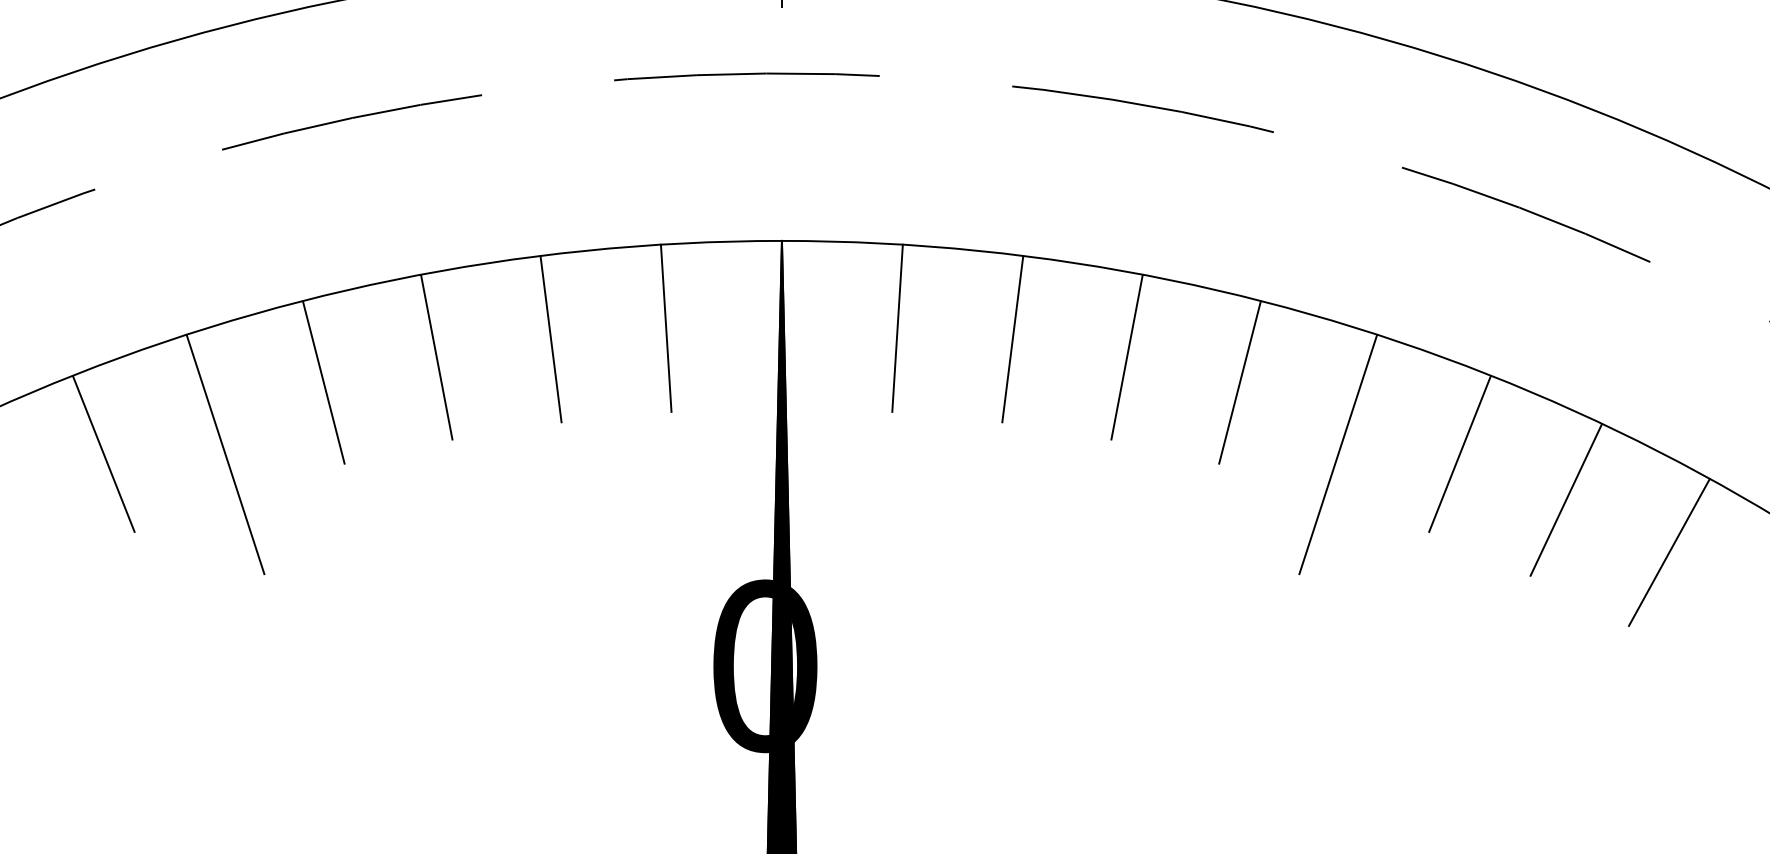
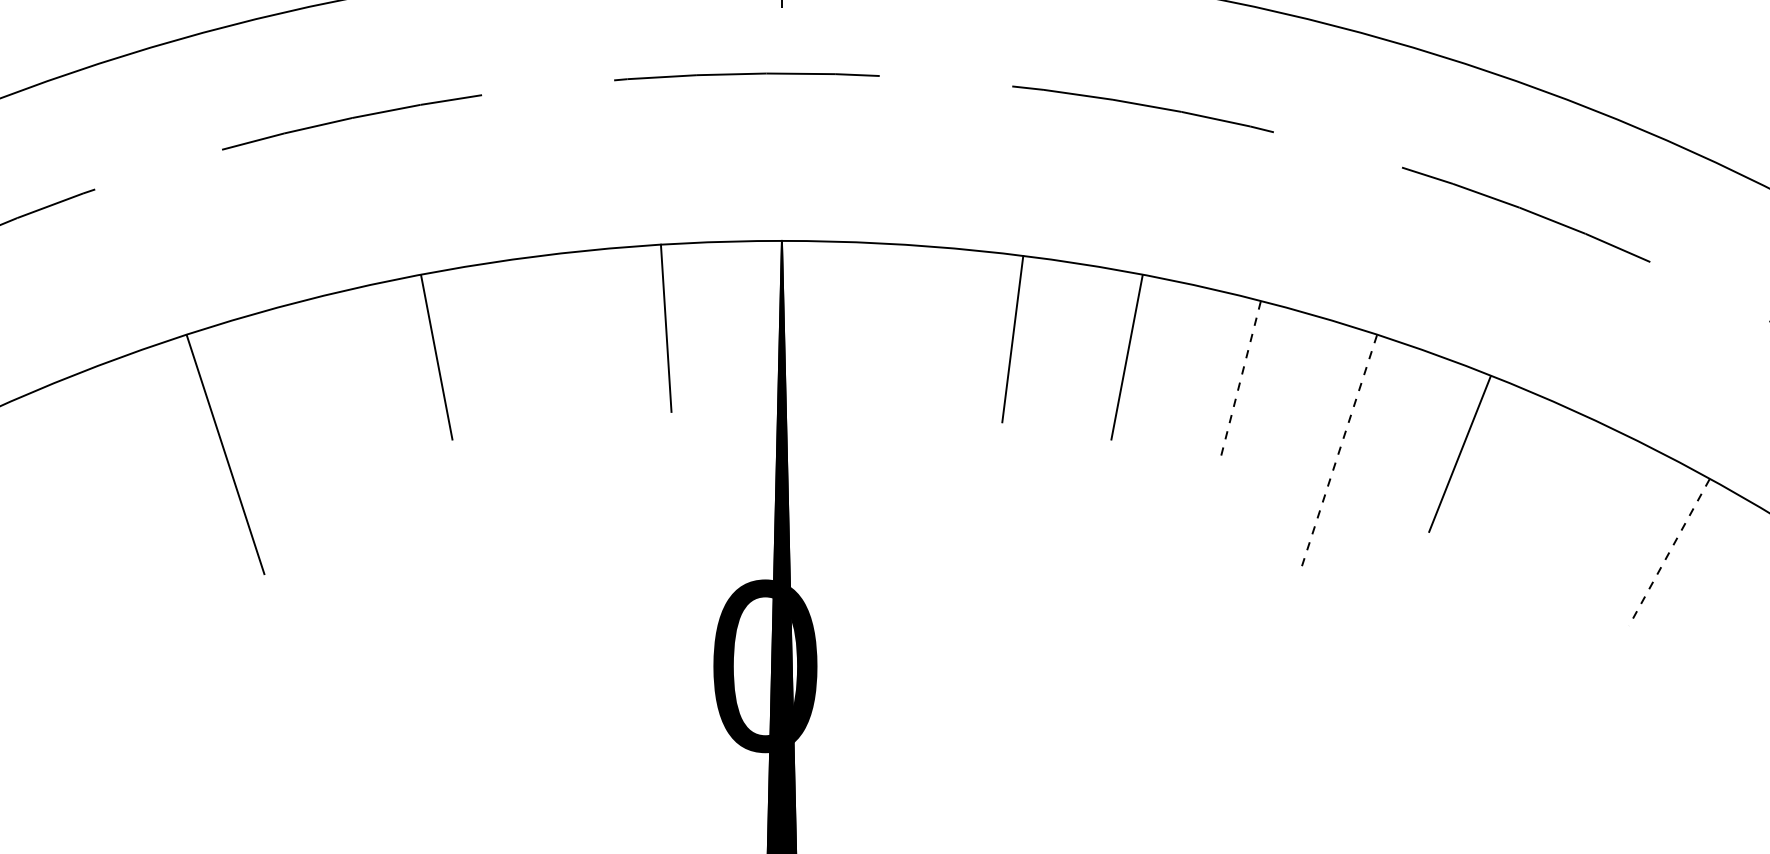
line at (897, 327): present -> none
line at (550, 339): present -> none
line at (323, 382): present -> none
line at (1240, 382): solid -> dashed
line at (103, 453): present -> none
line at (1338, 454): solid -> dashed
line at (1565, 499): present -> none
line at (1669, 552): solid -> dashed
